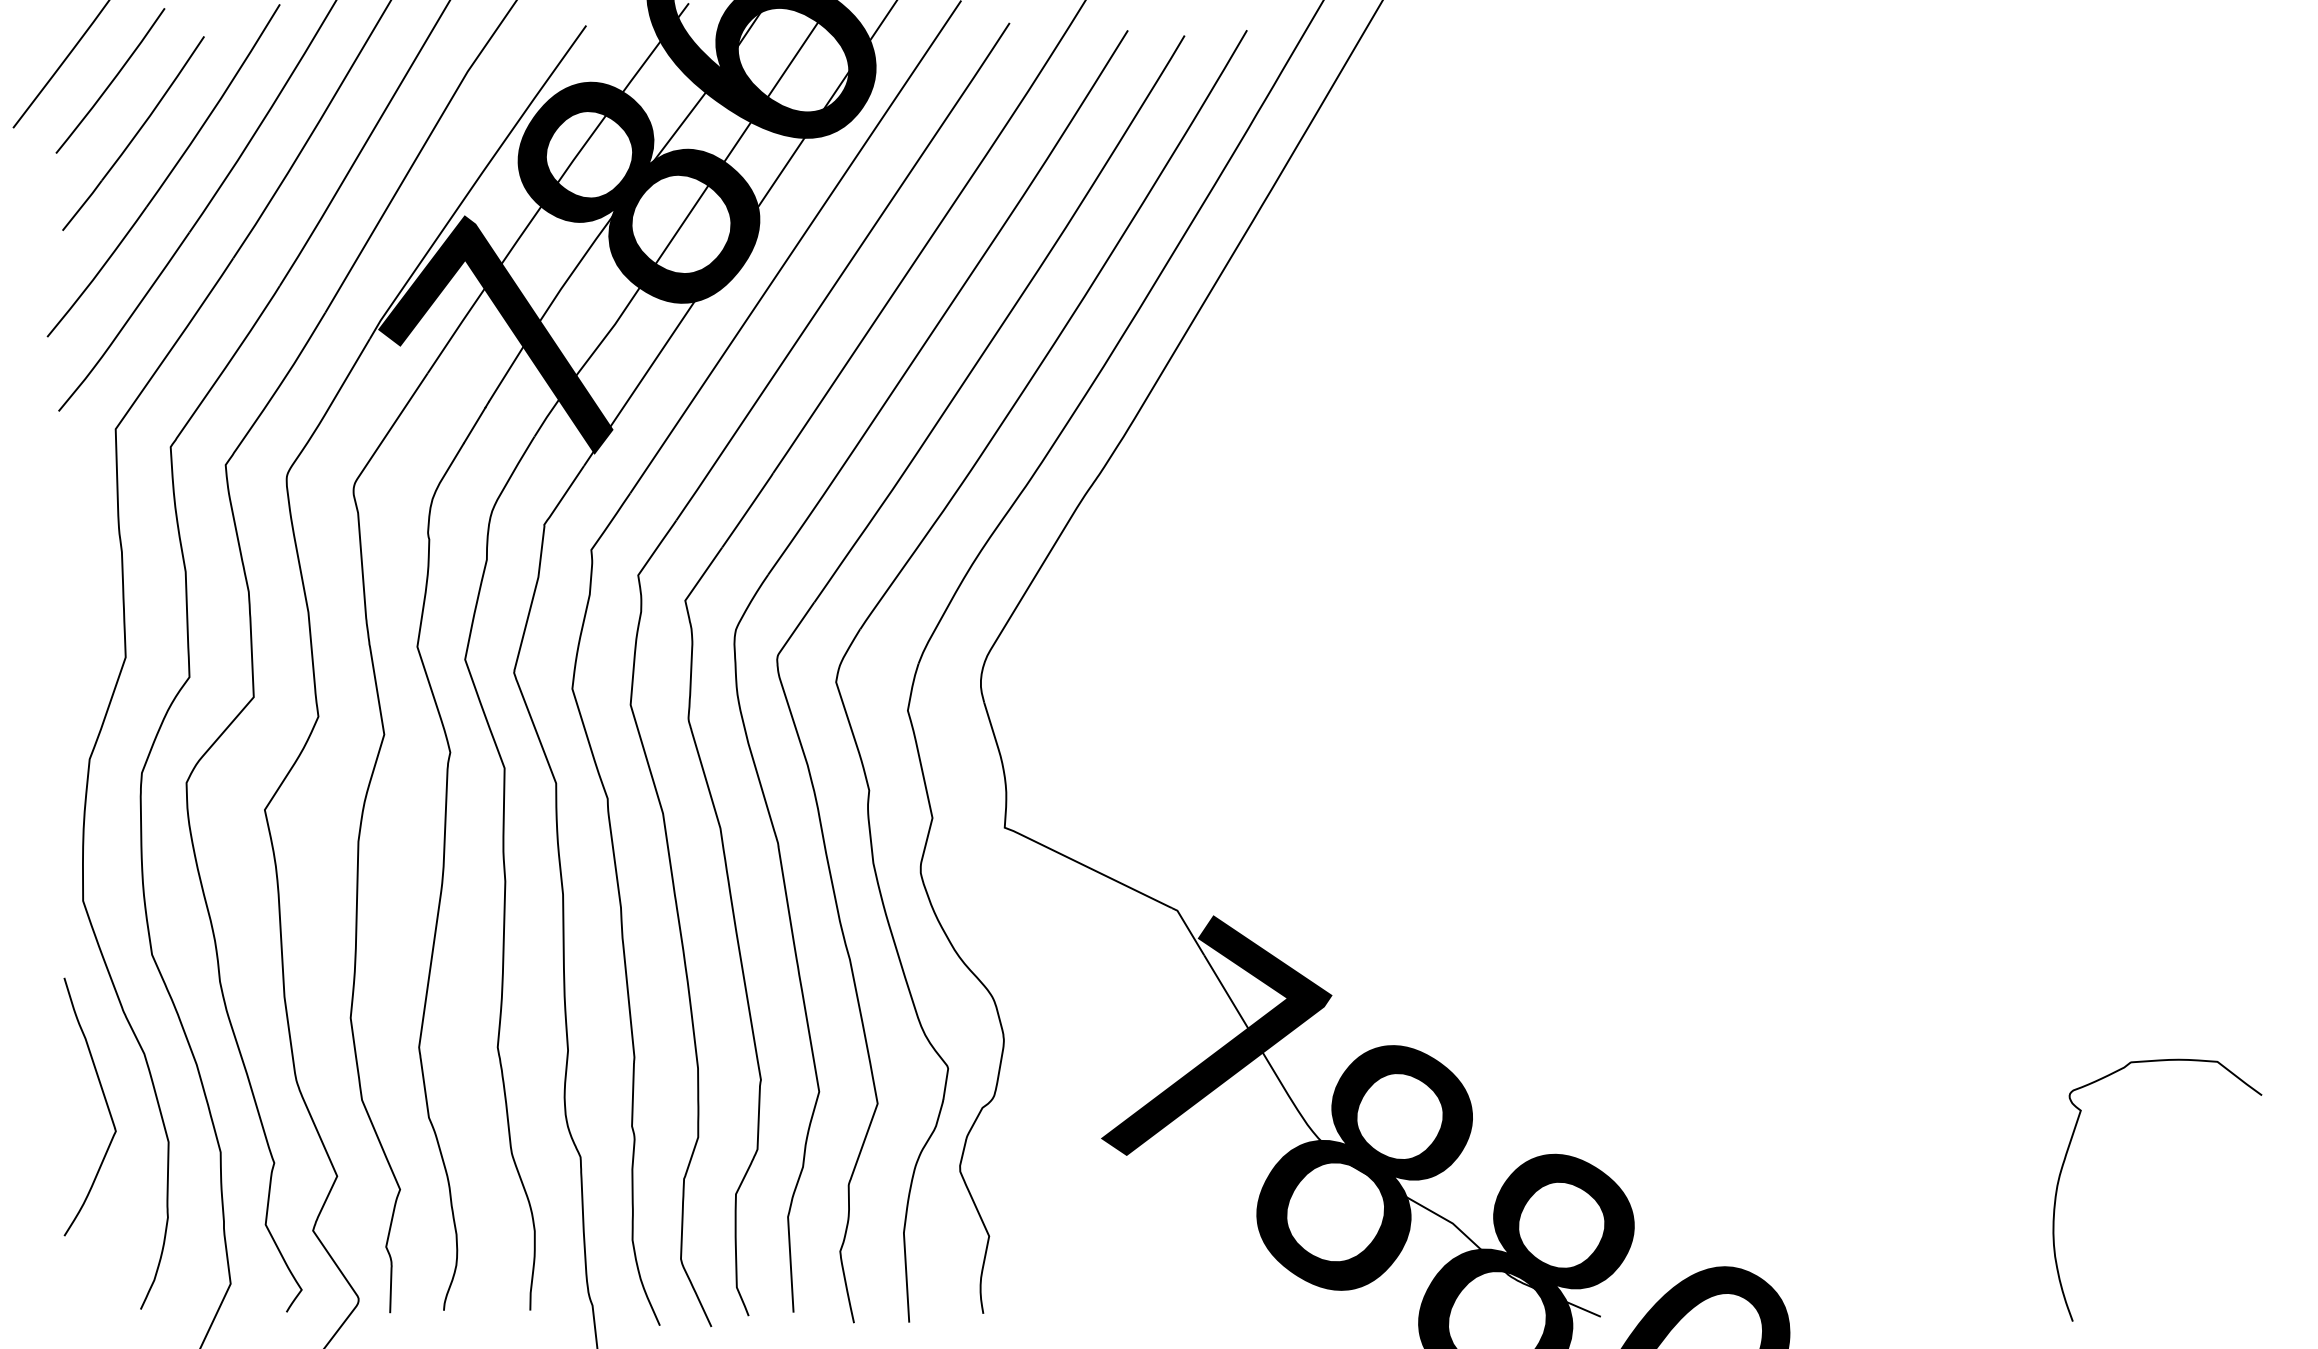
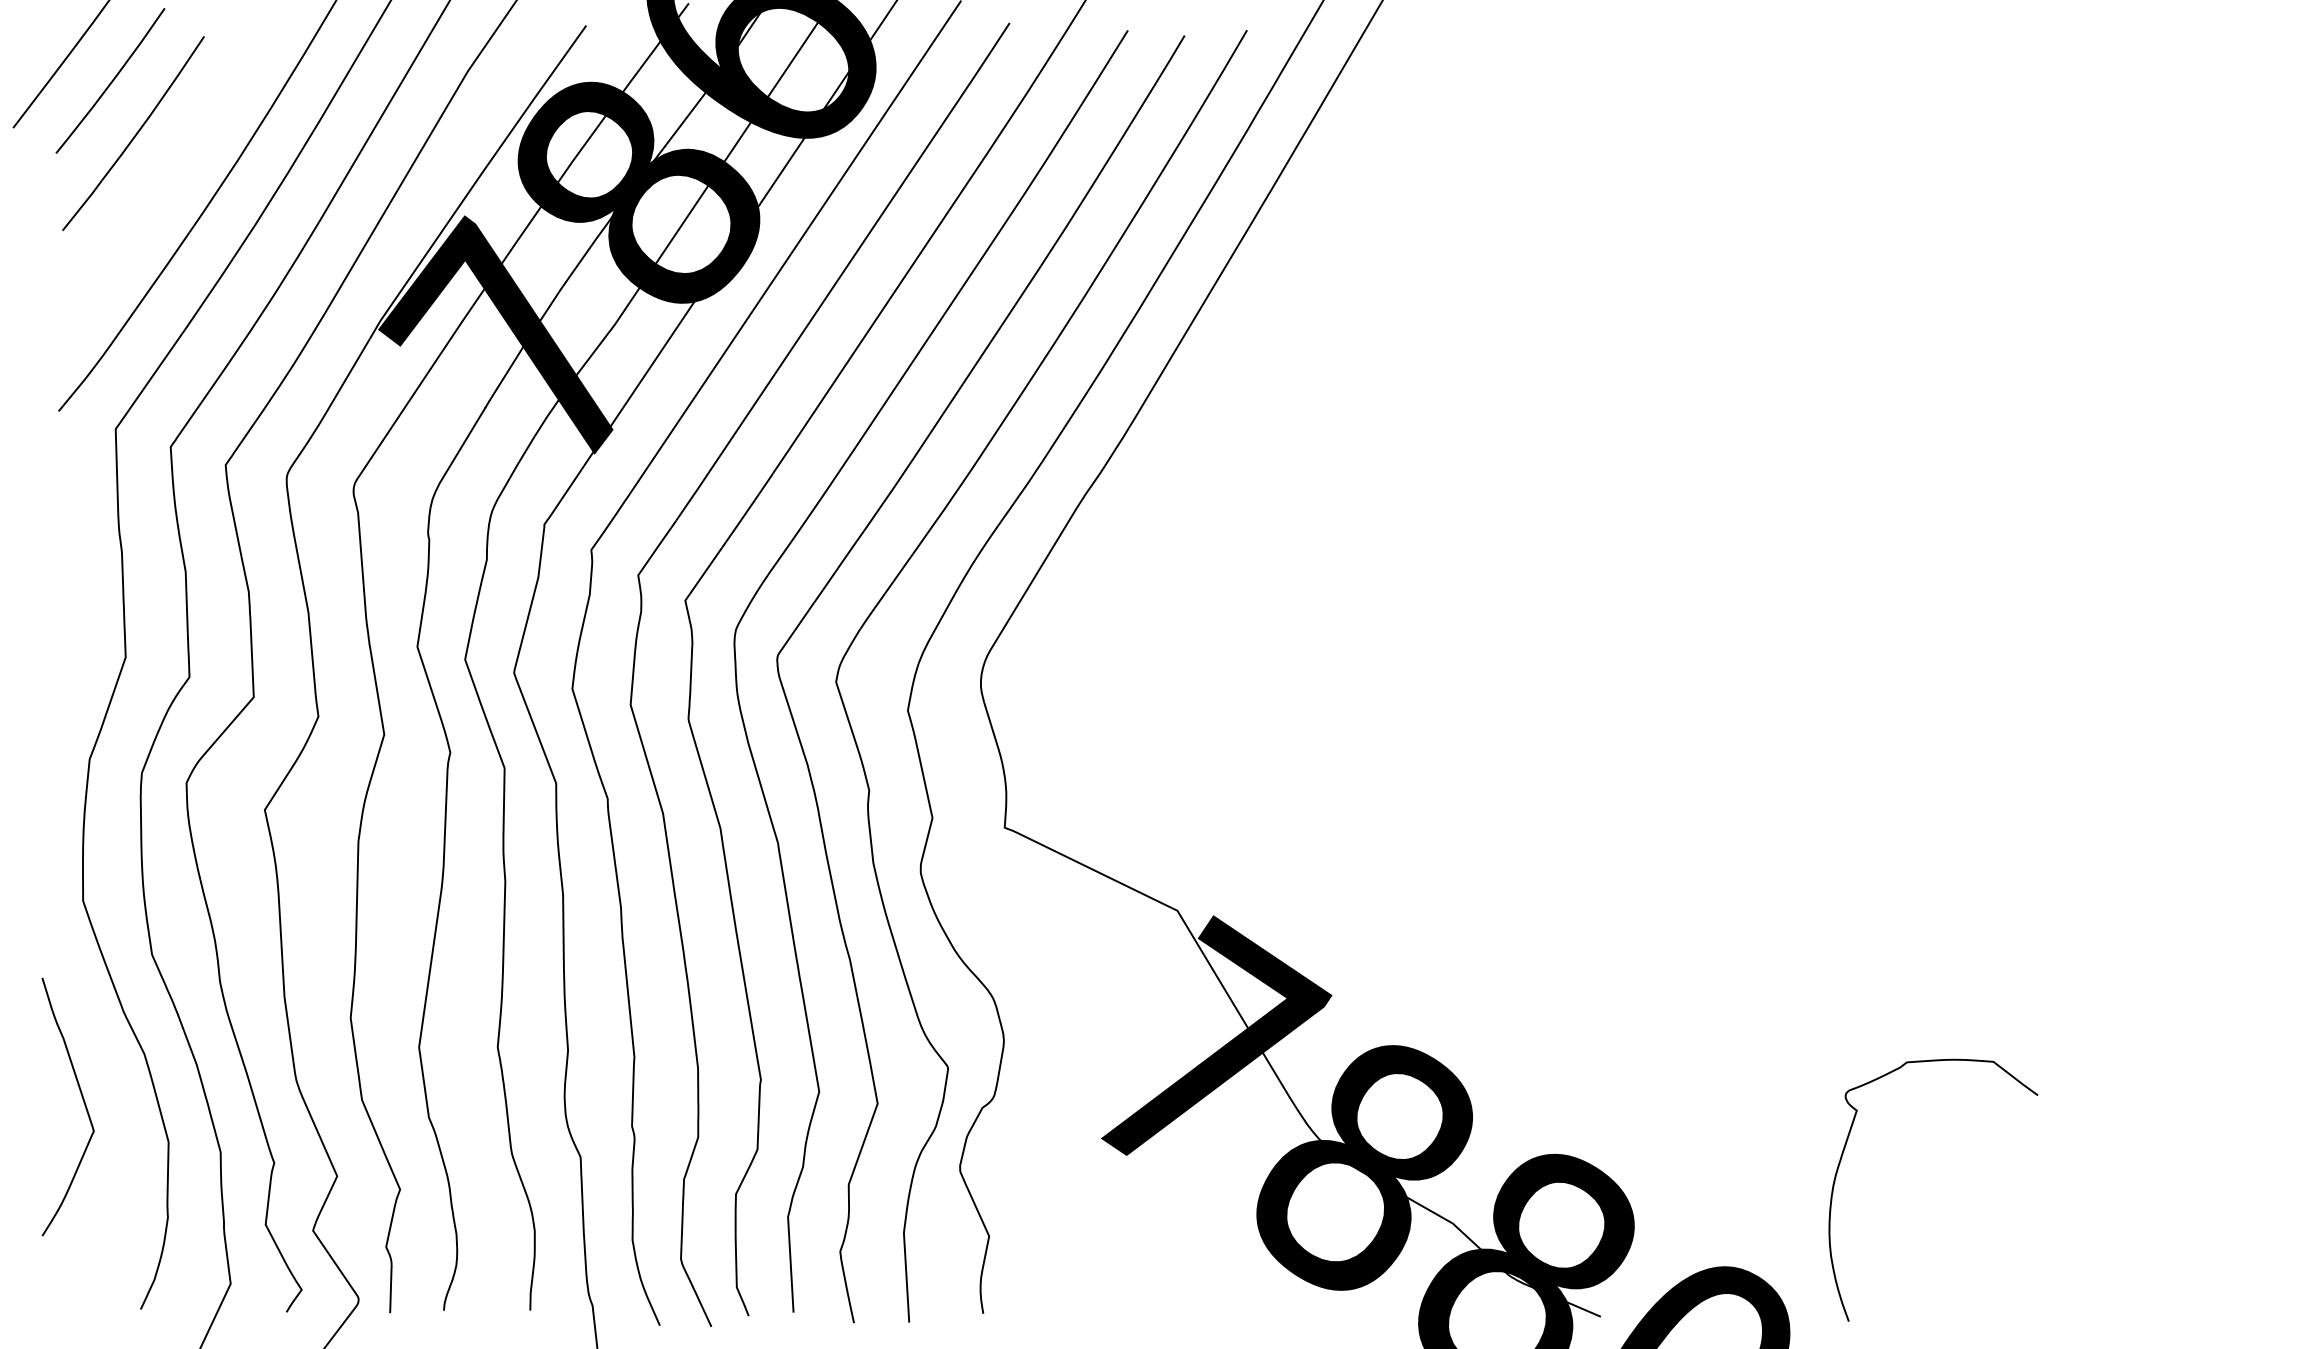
part at (169, 172): present -> none
curve at (105, 1102) position: (105, 1102) -> (83, 1102)
curve at (2066, 1157) position: (2066, 1157) -> (1842, 1157)
